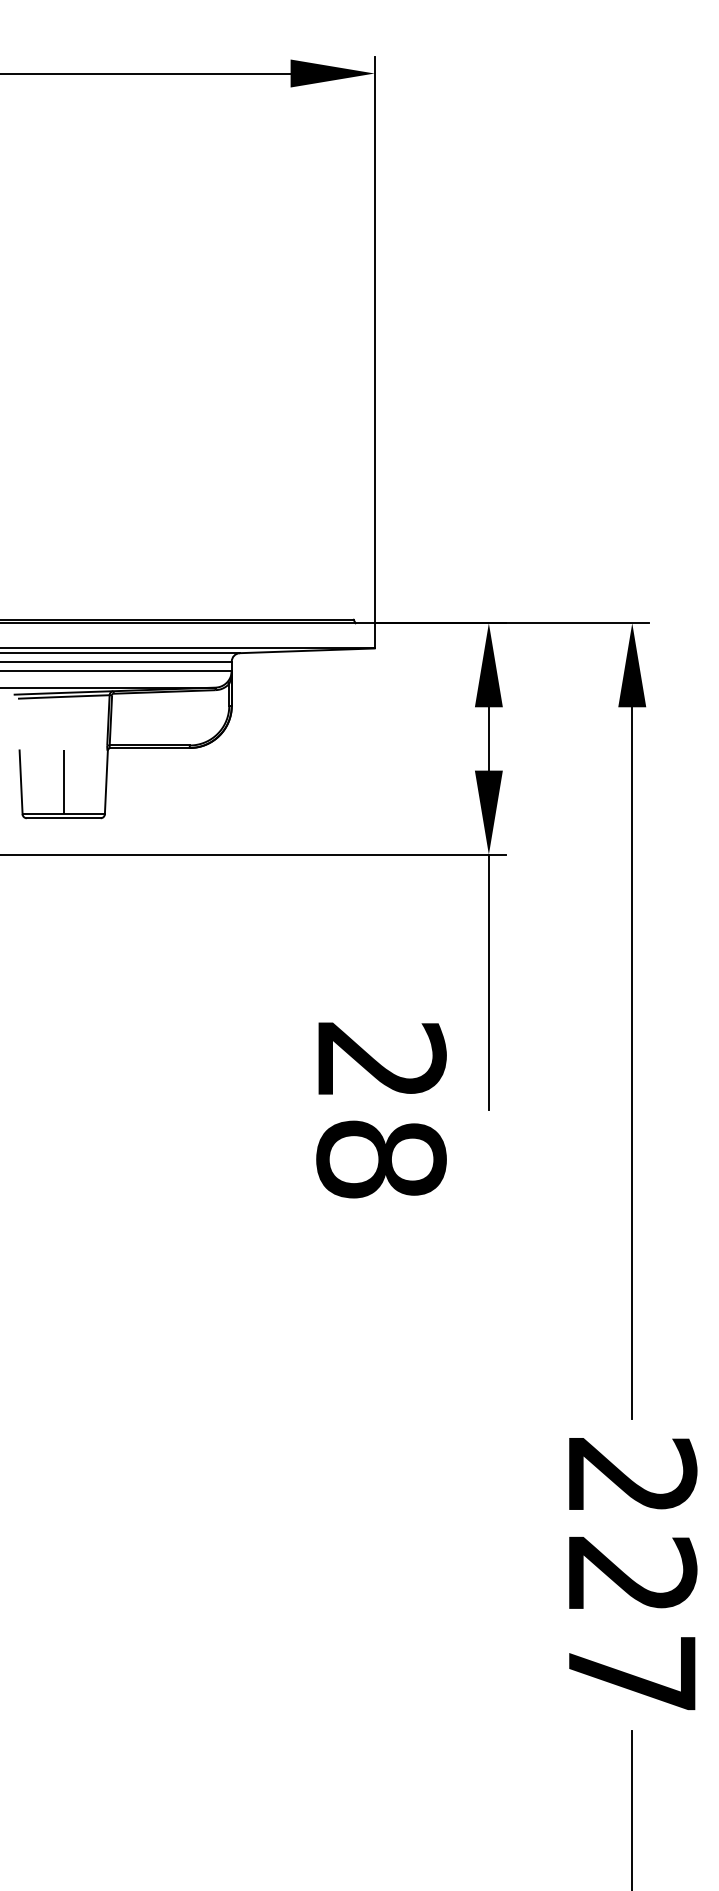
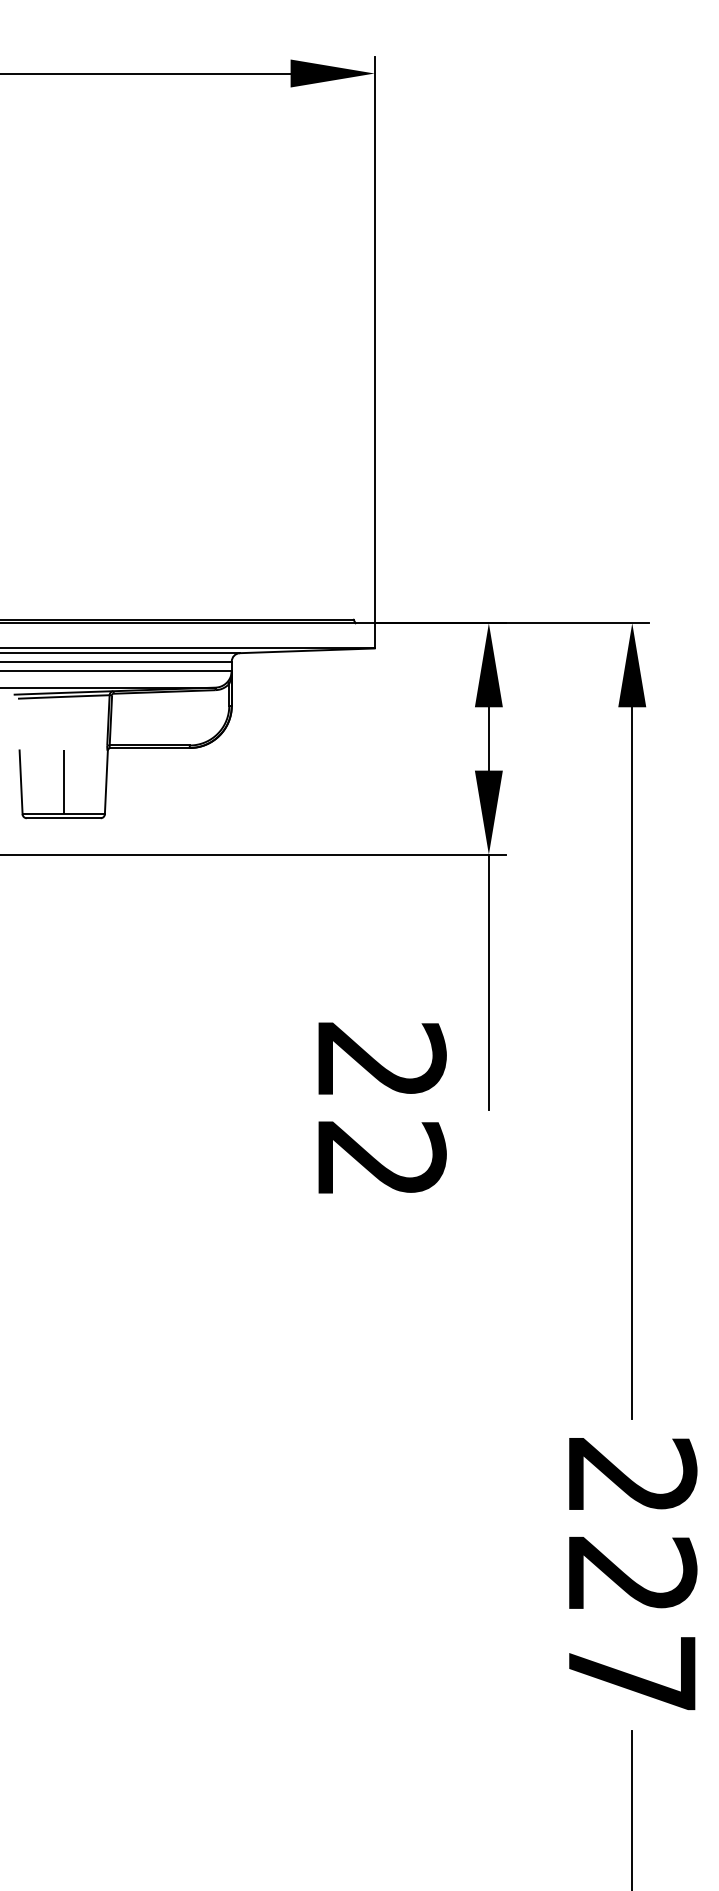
text at (381, 1159): 28 -> 22
